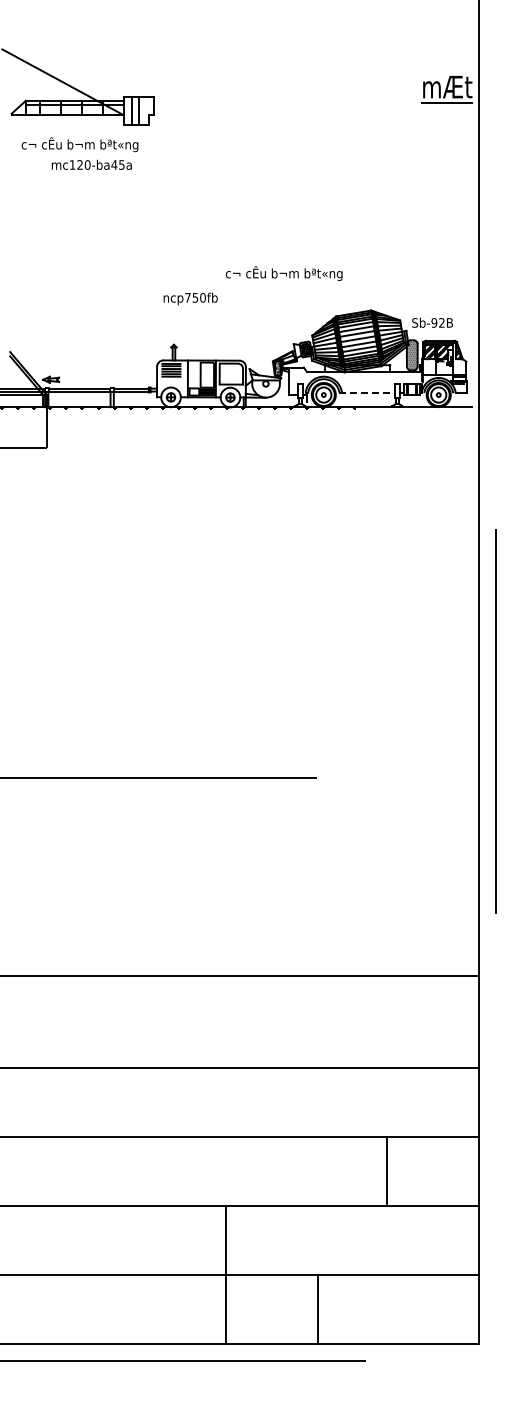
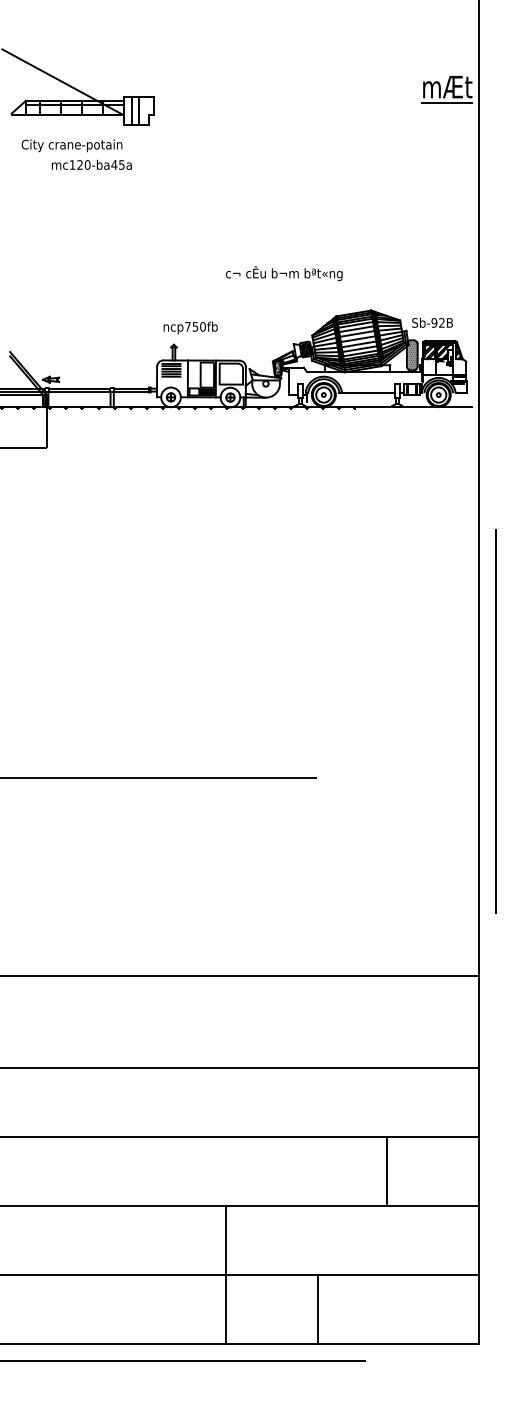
text at (79, 144): c¬ cÊu b¬m bªt«ng -> City crane-potain
text at (190, 298) position: (190, 298) -> (190, 327)
line at (367, 392): dashed -> solid
